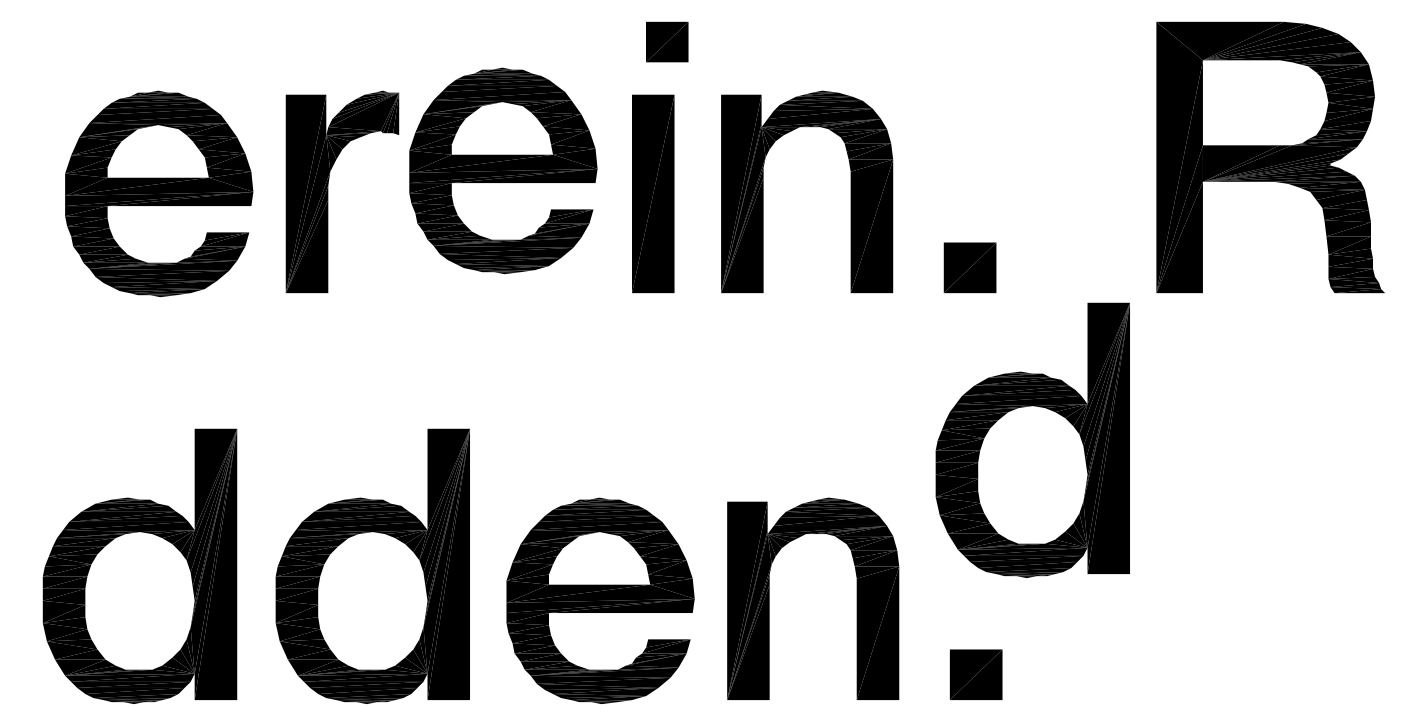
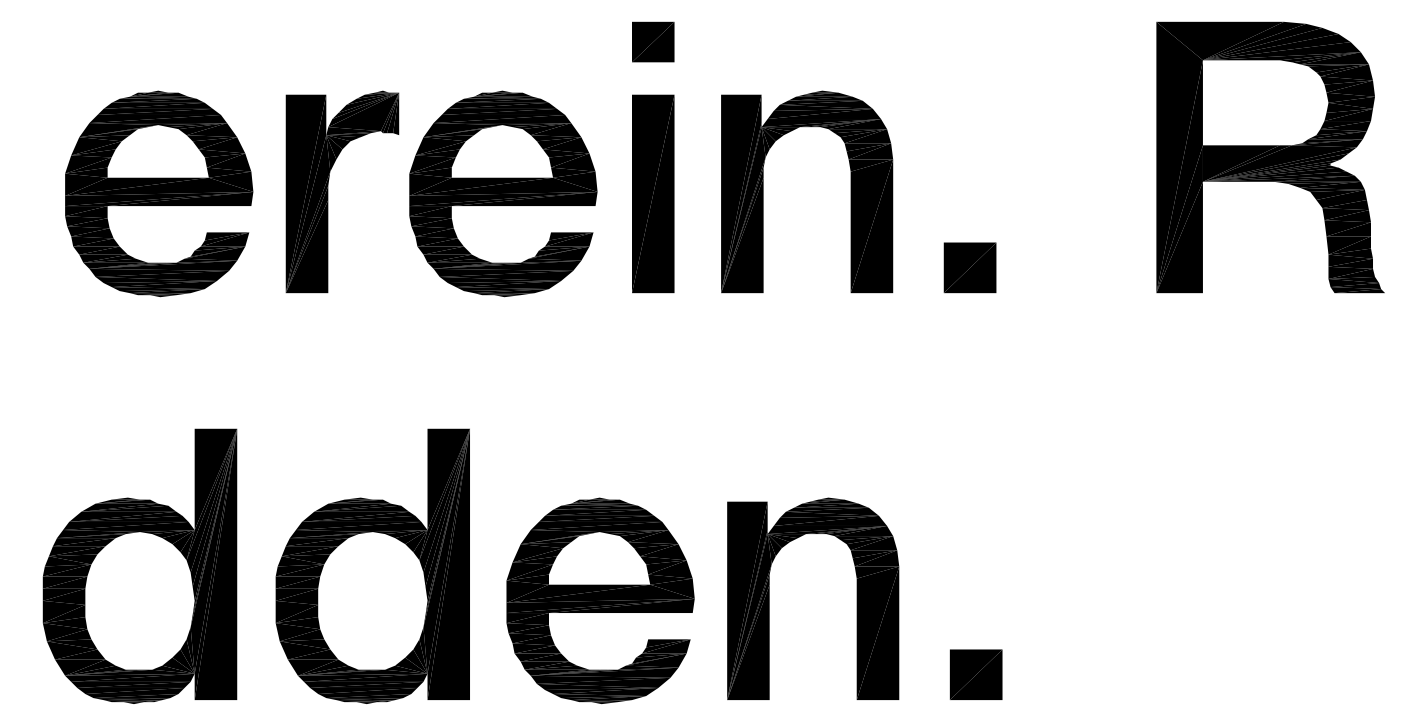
part at (667, 41) position: (667, 41) -> (653, 41)
part at (503, 170) position: (503, 170) -> (503, 193)
part at (1032, 439): present -> none
